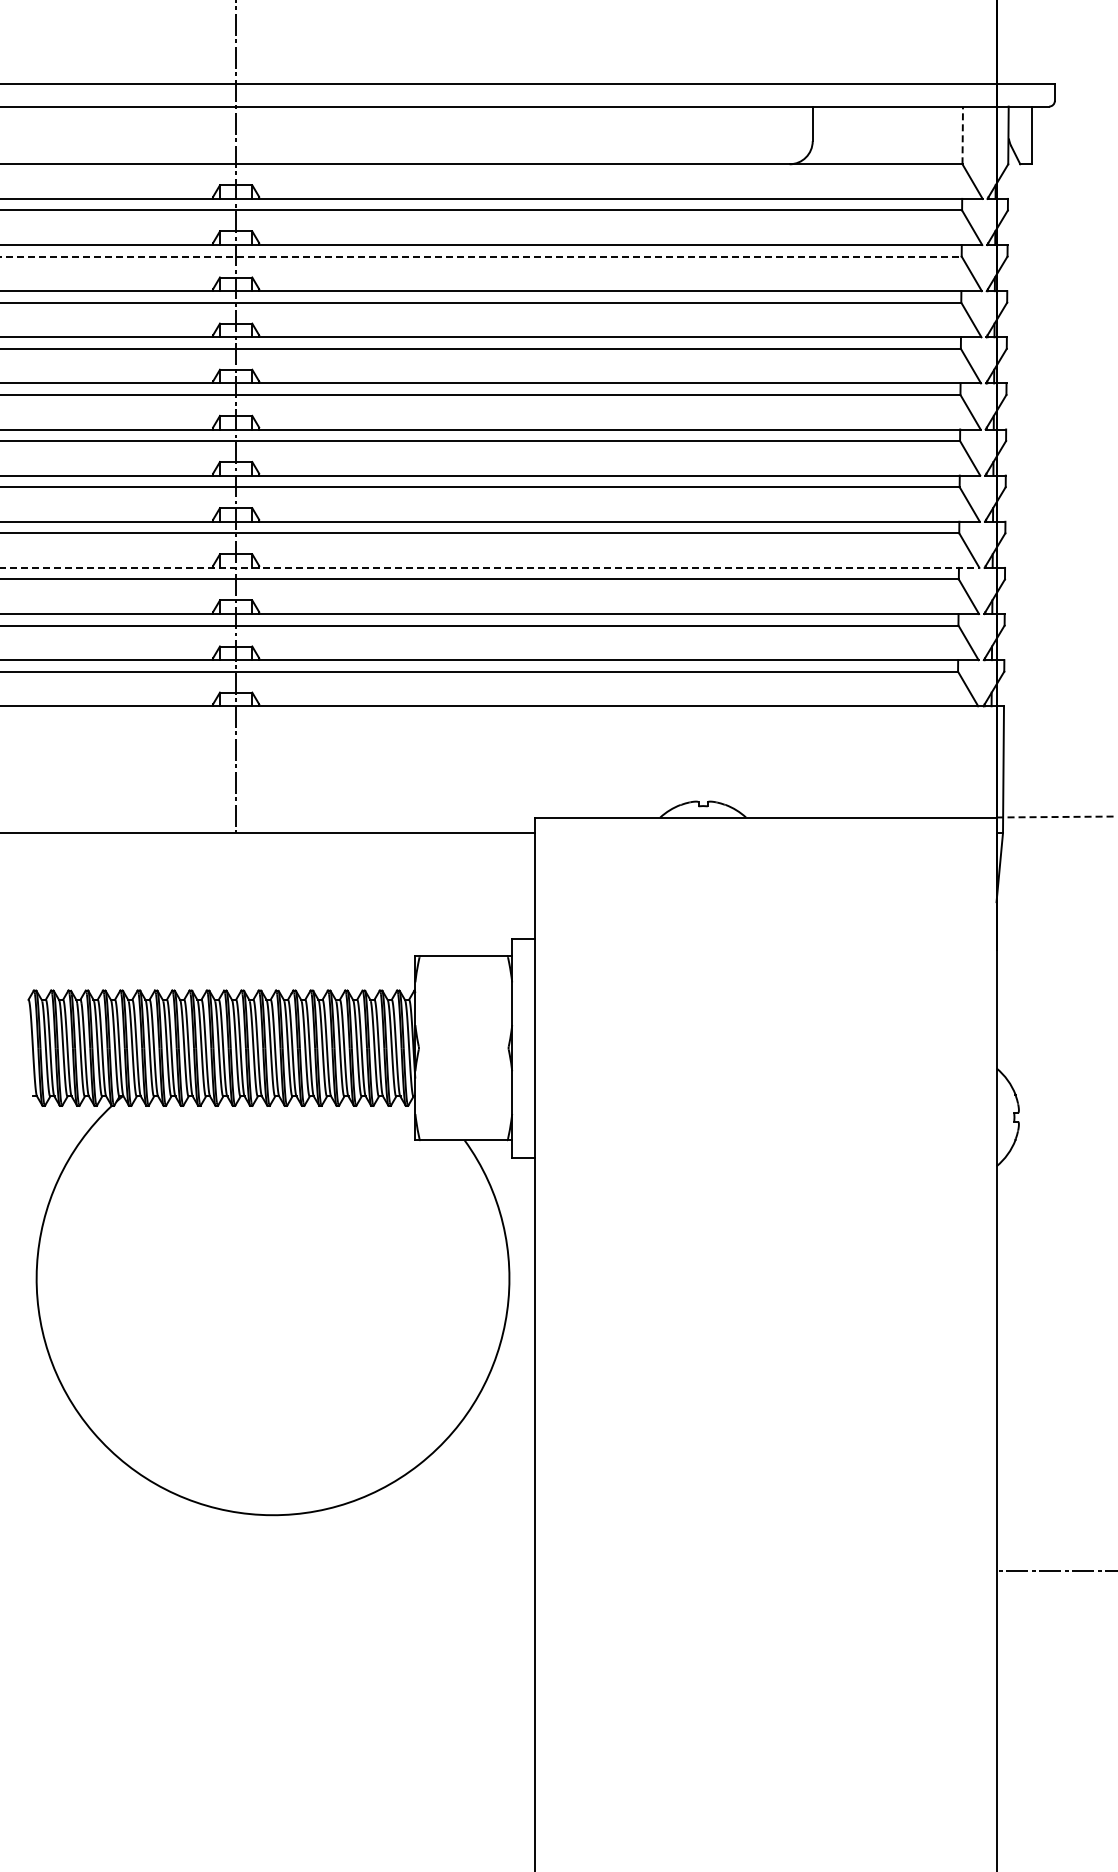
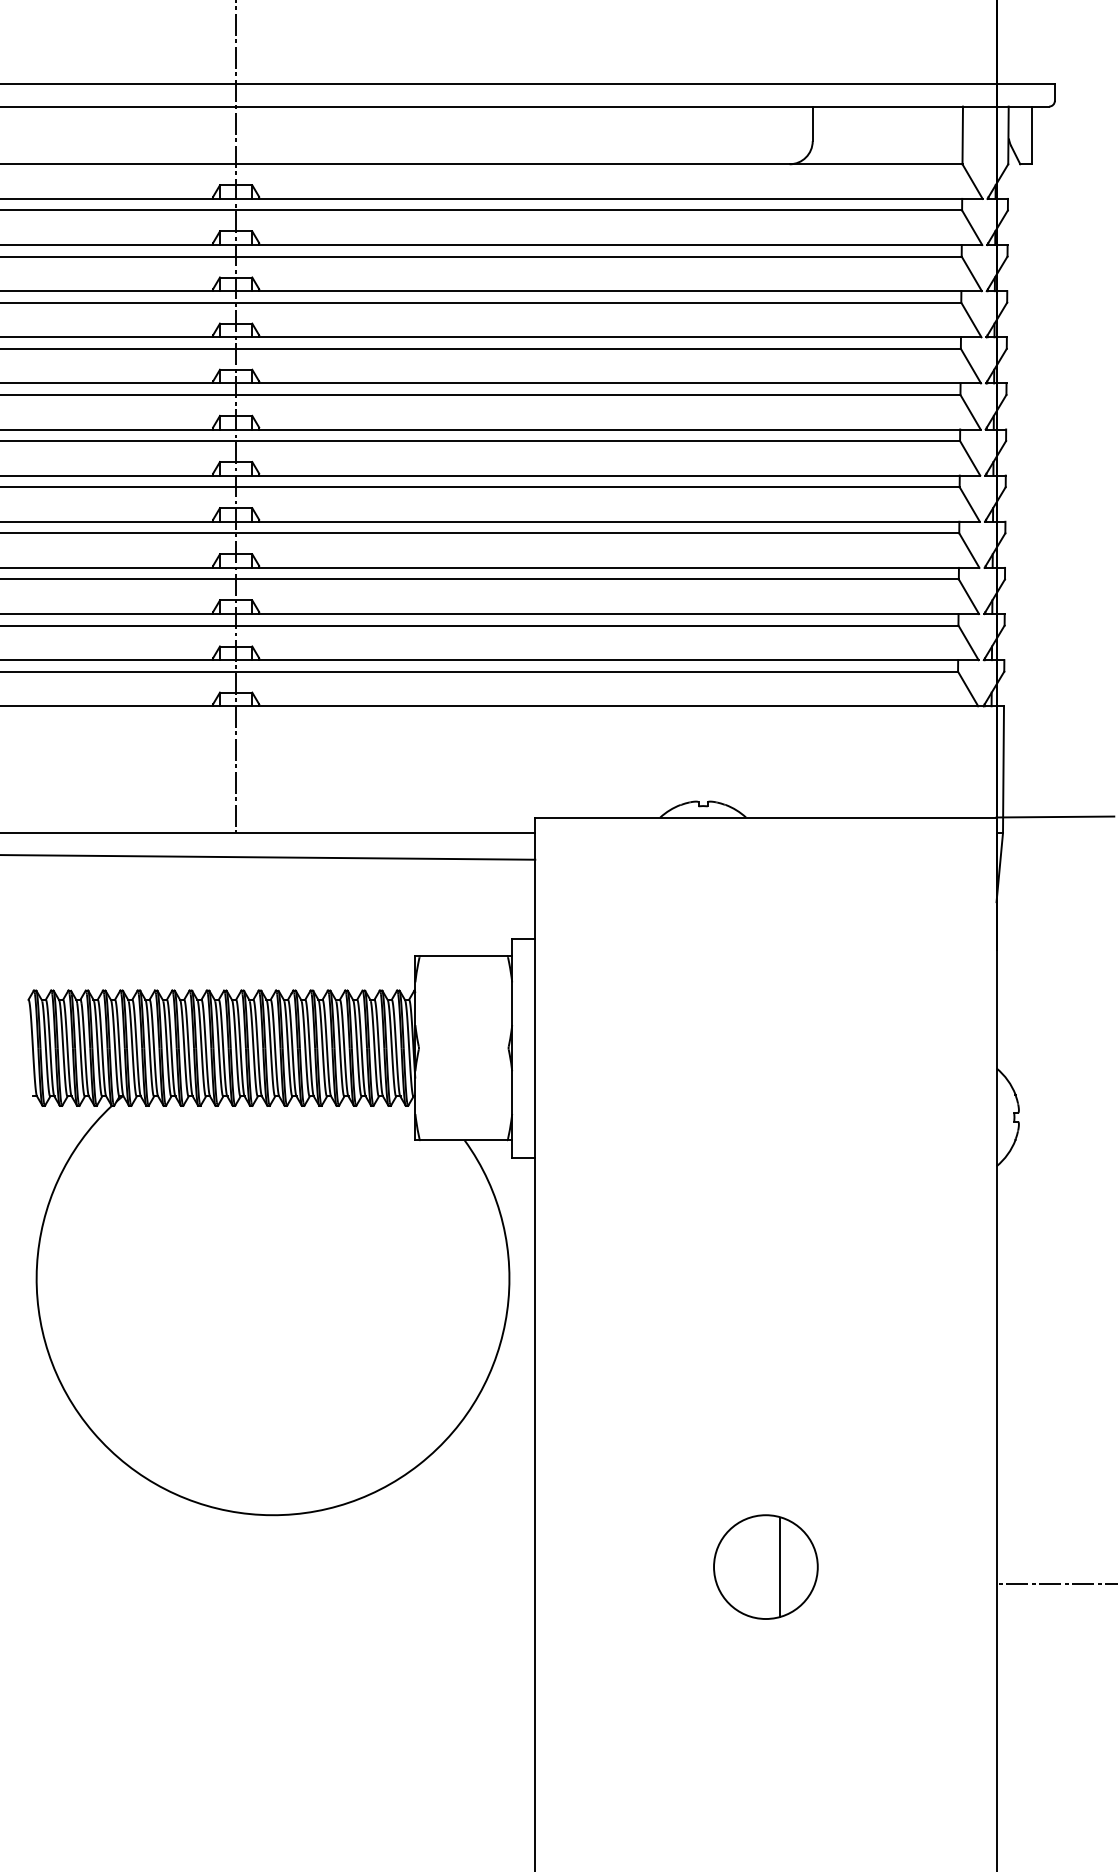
line at (962, 135): dashed -> solid
line at (480, 256): dashed -> solid
line at (490, 567): dashed -> solid
line at (1055, 817): dashed -> solid
line at (268, 857): none -> present
part at (765, 1566): none -> present
line at (1055, 1571) position: (1055, 1571) -> (1055, 1584)
